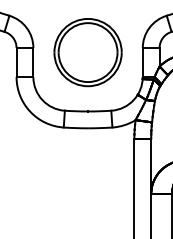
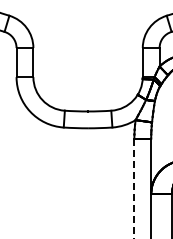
part at (87, 52): present -> none
line at (134, 188): solid -> dashed
